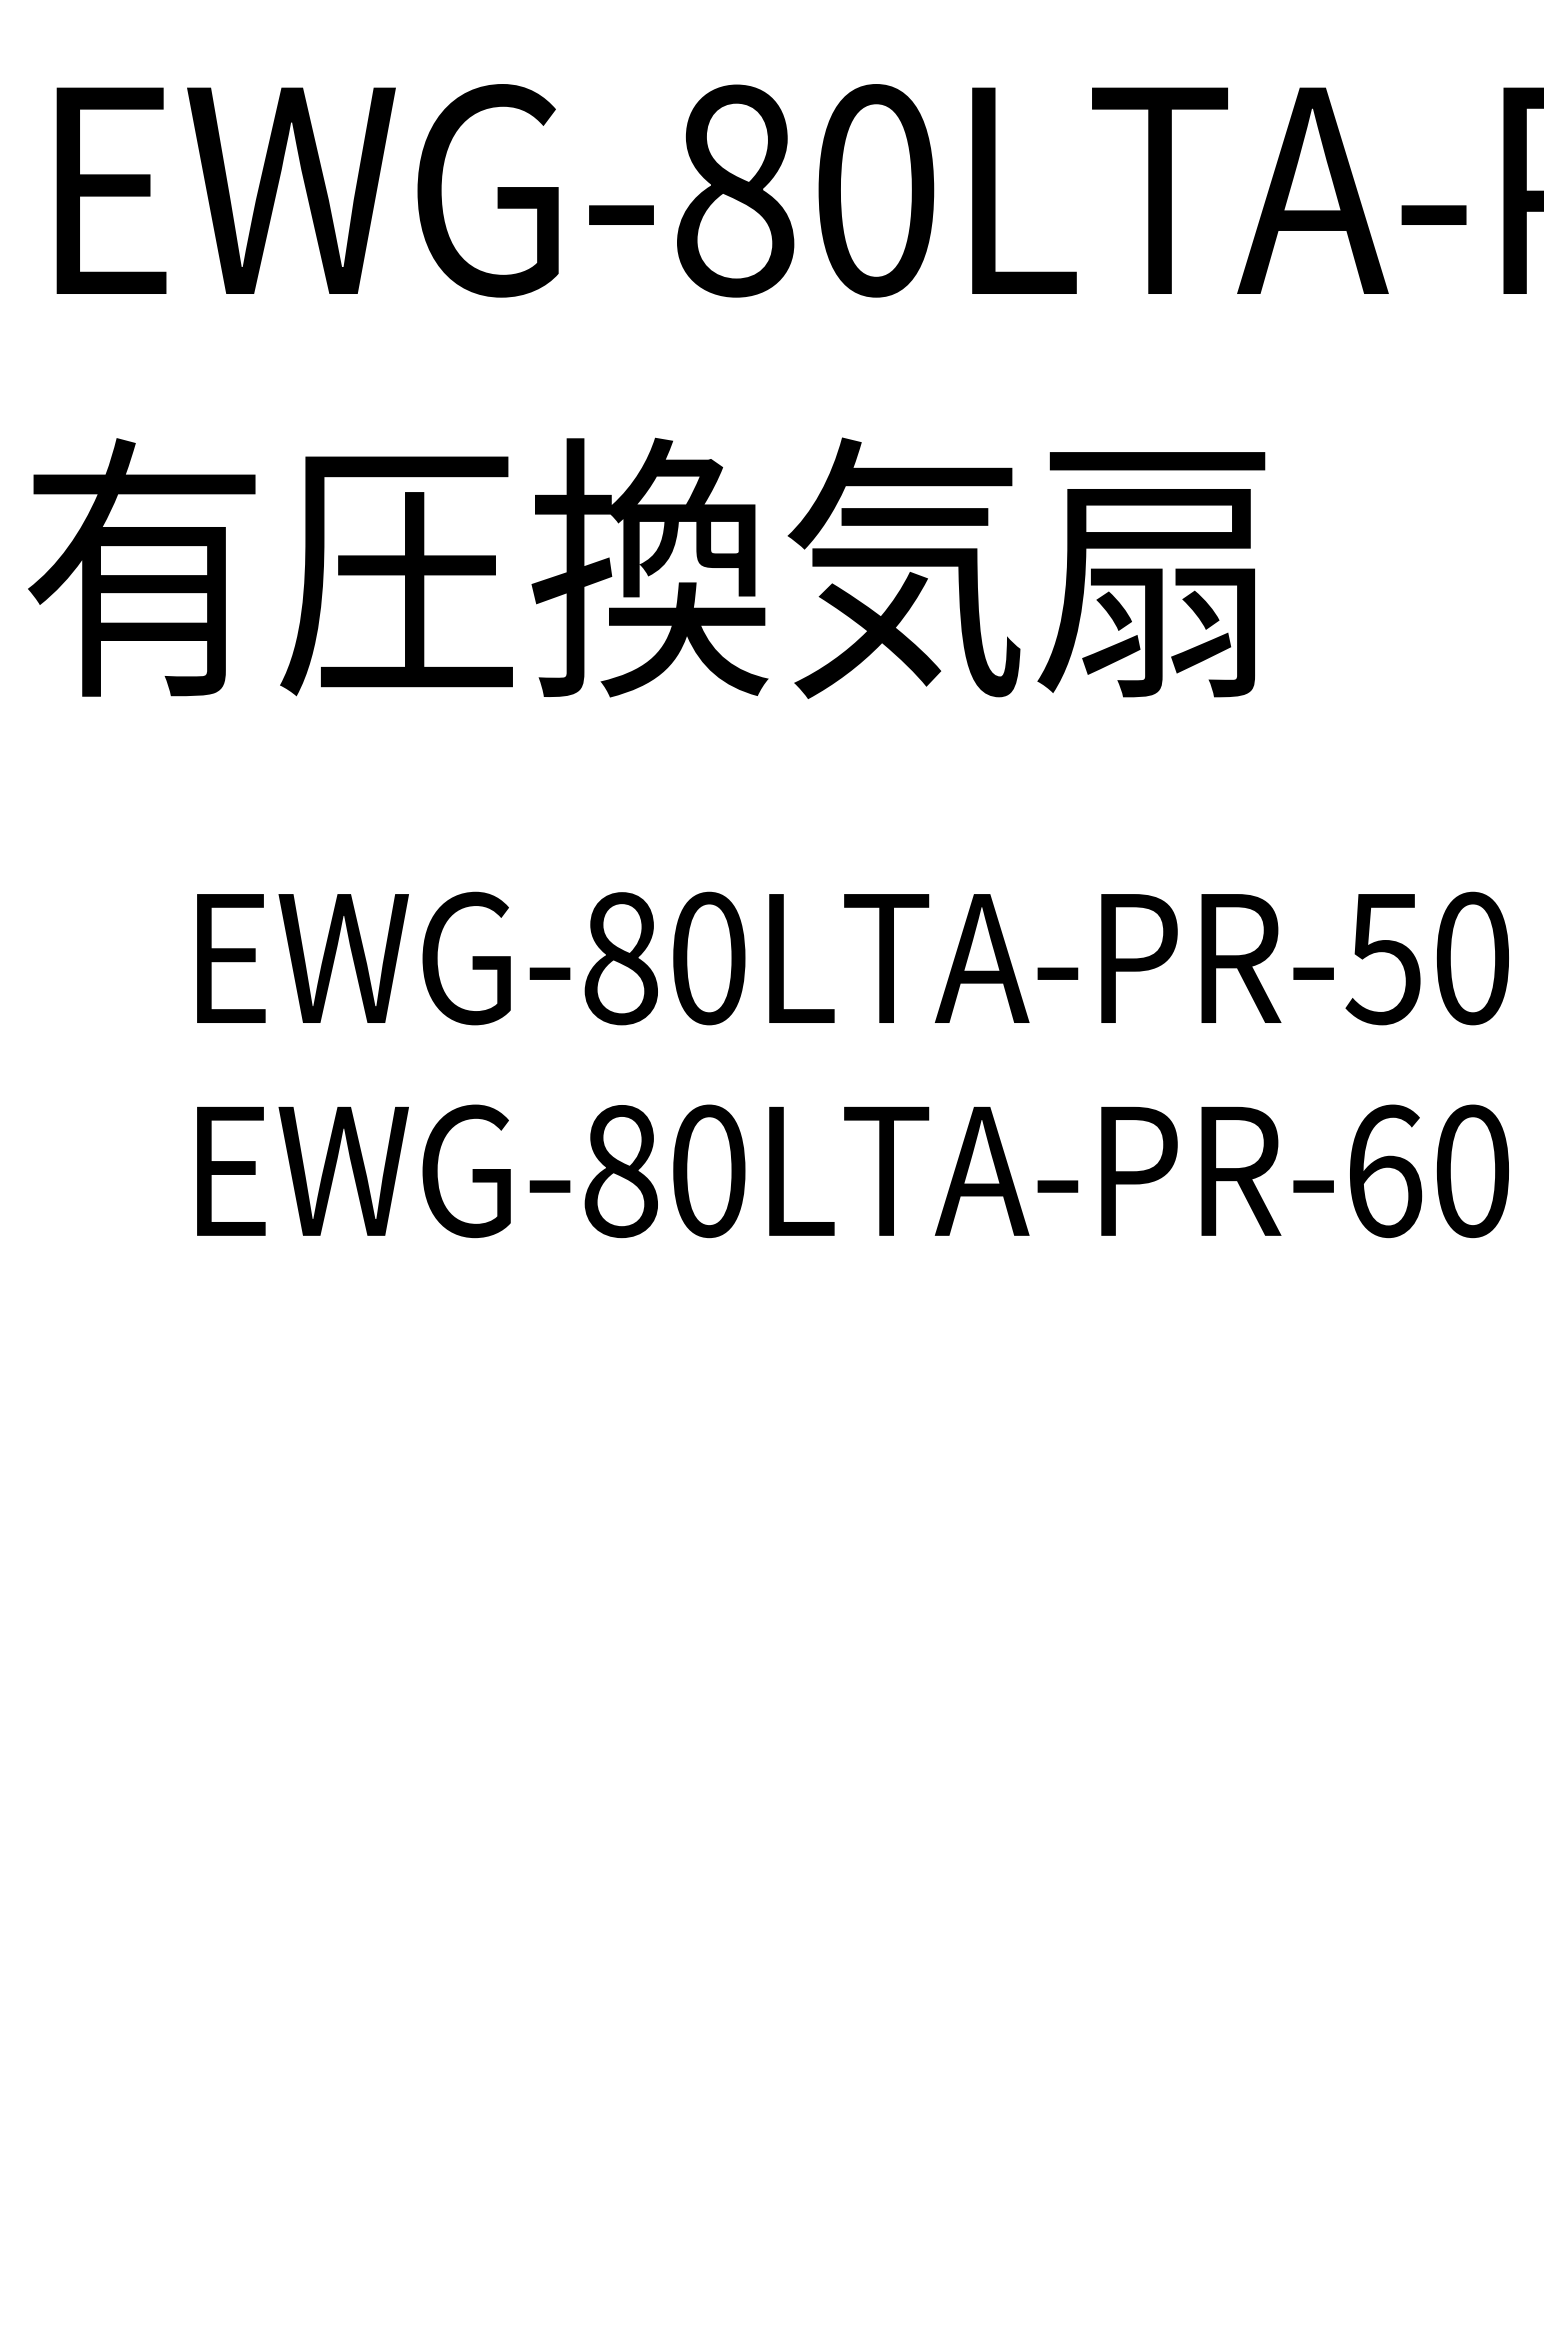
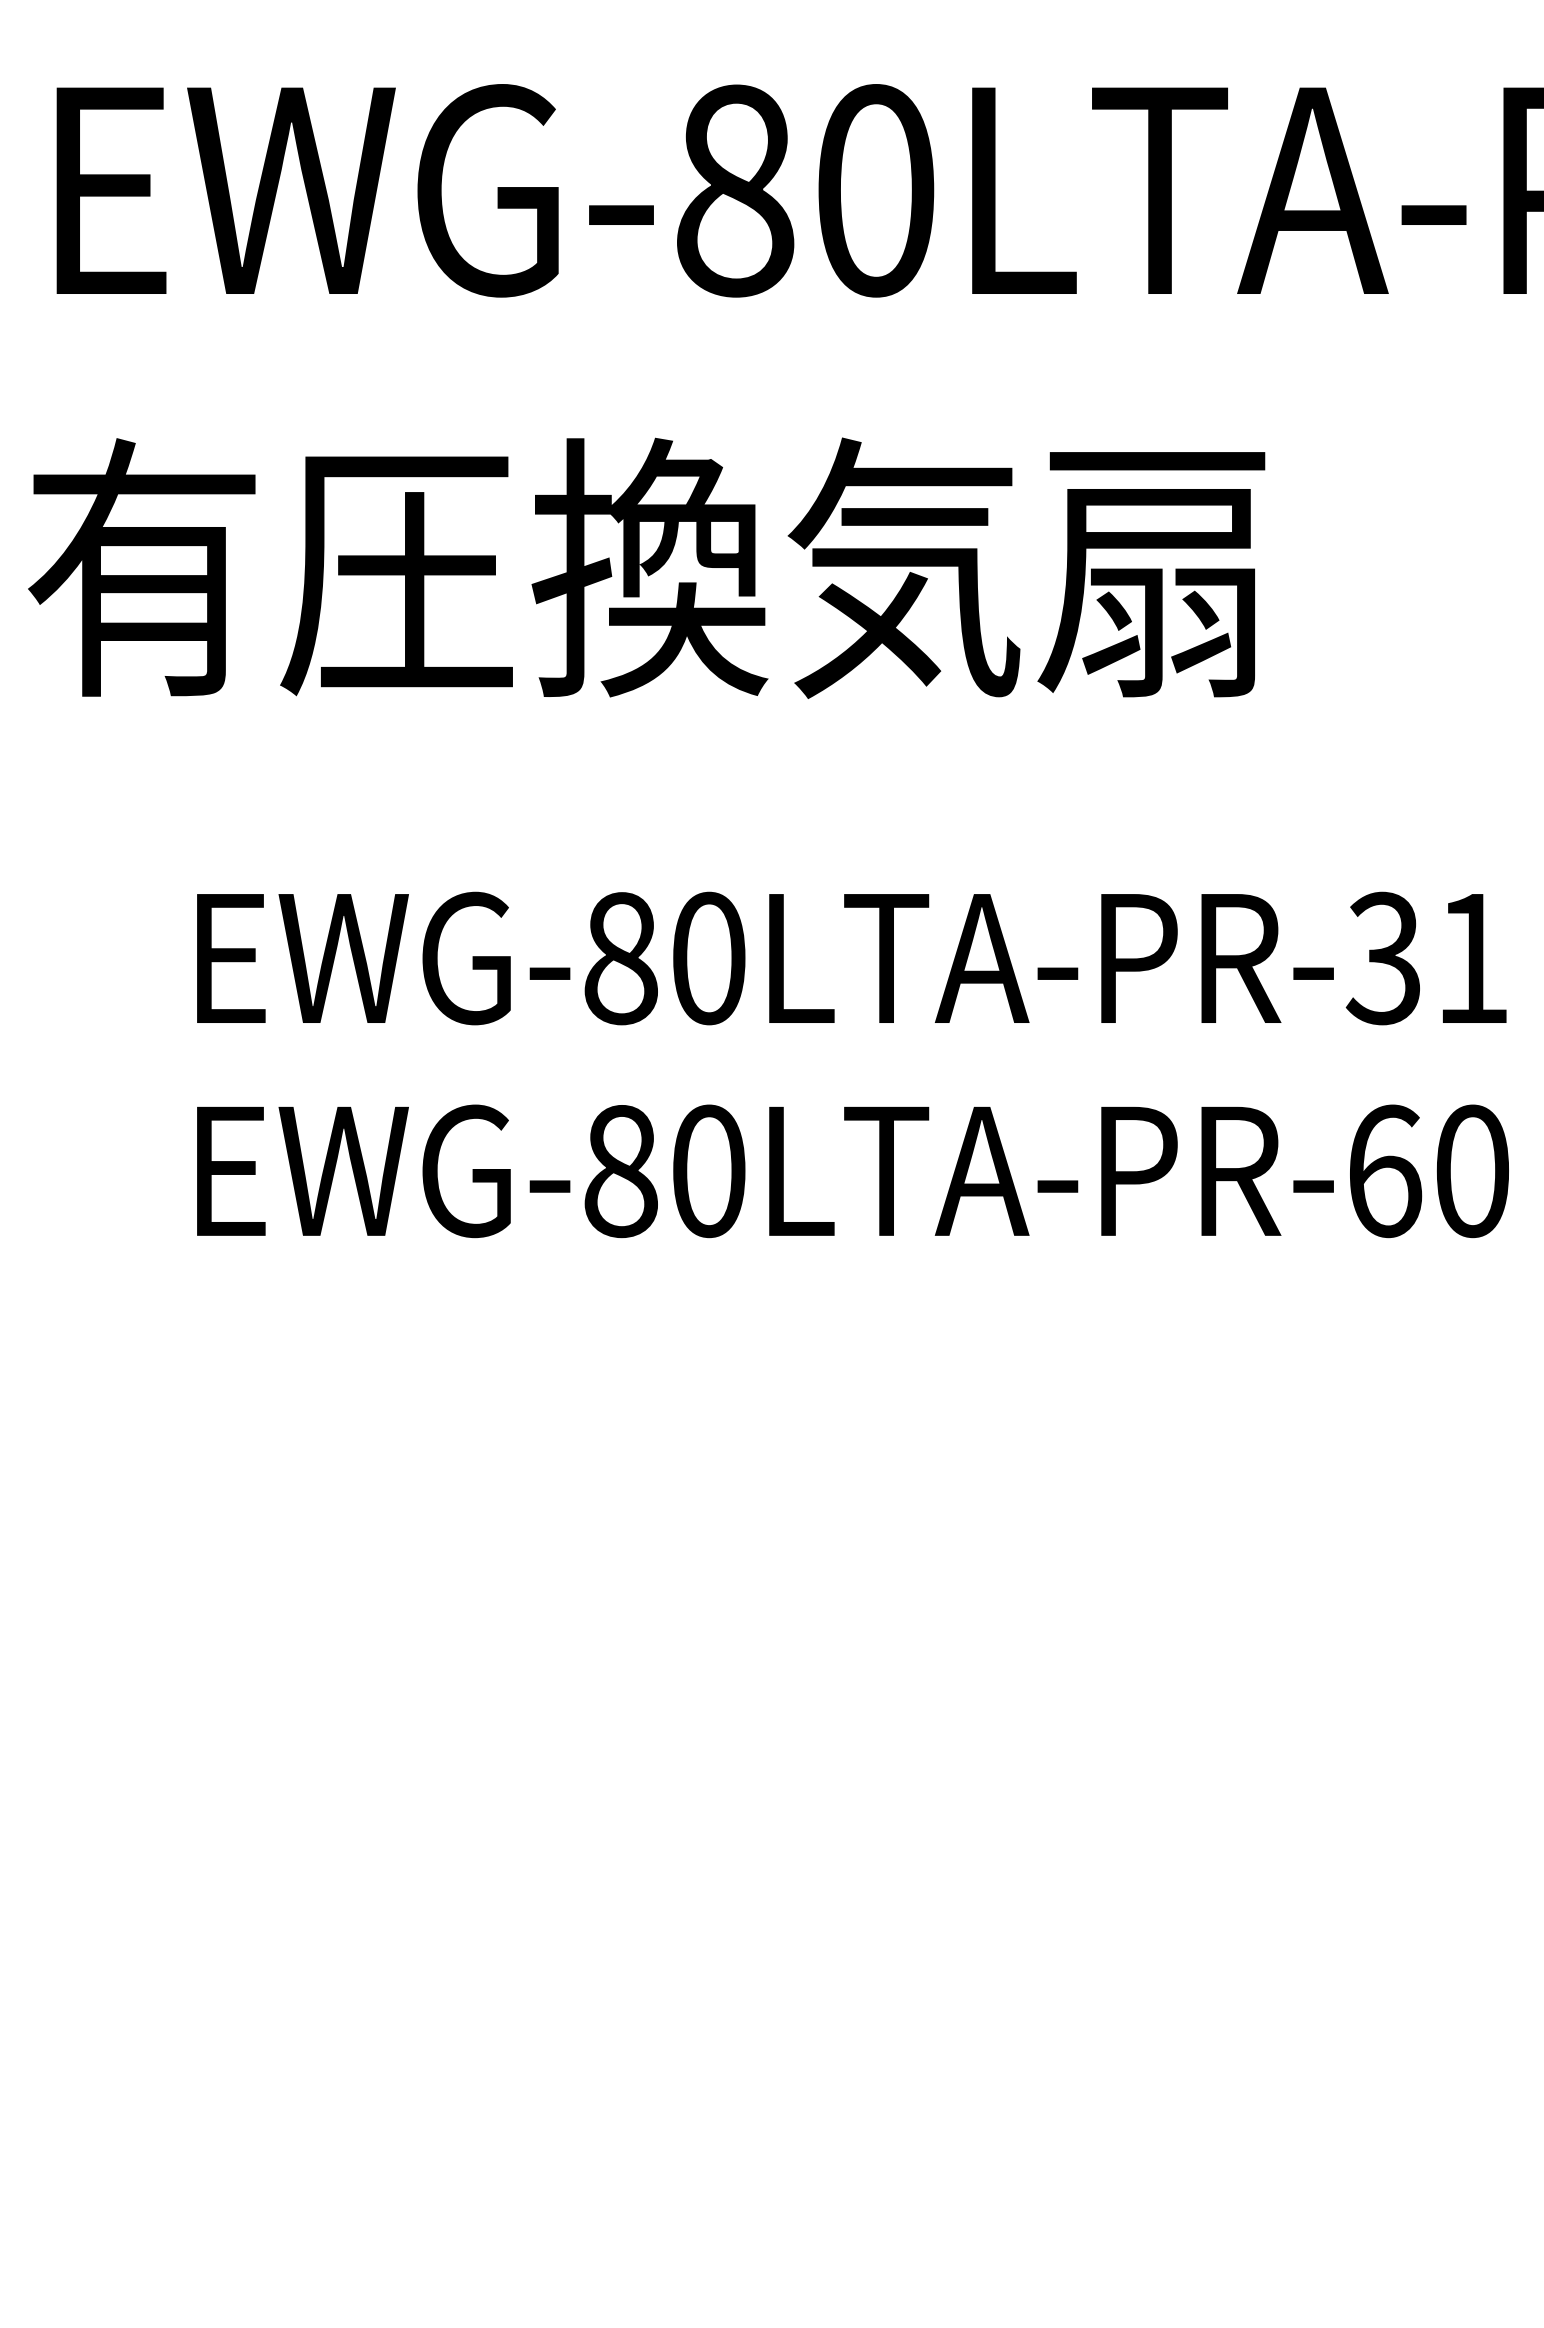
text at (1426, 958): EWG-80LTA-PR-50 -> EWG-80LTA-PR-31
